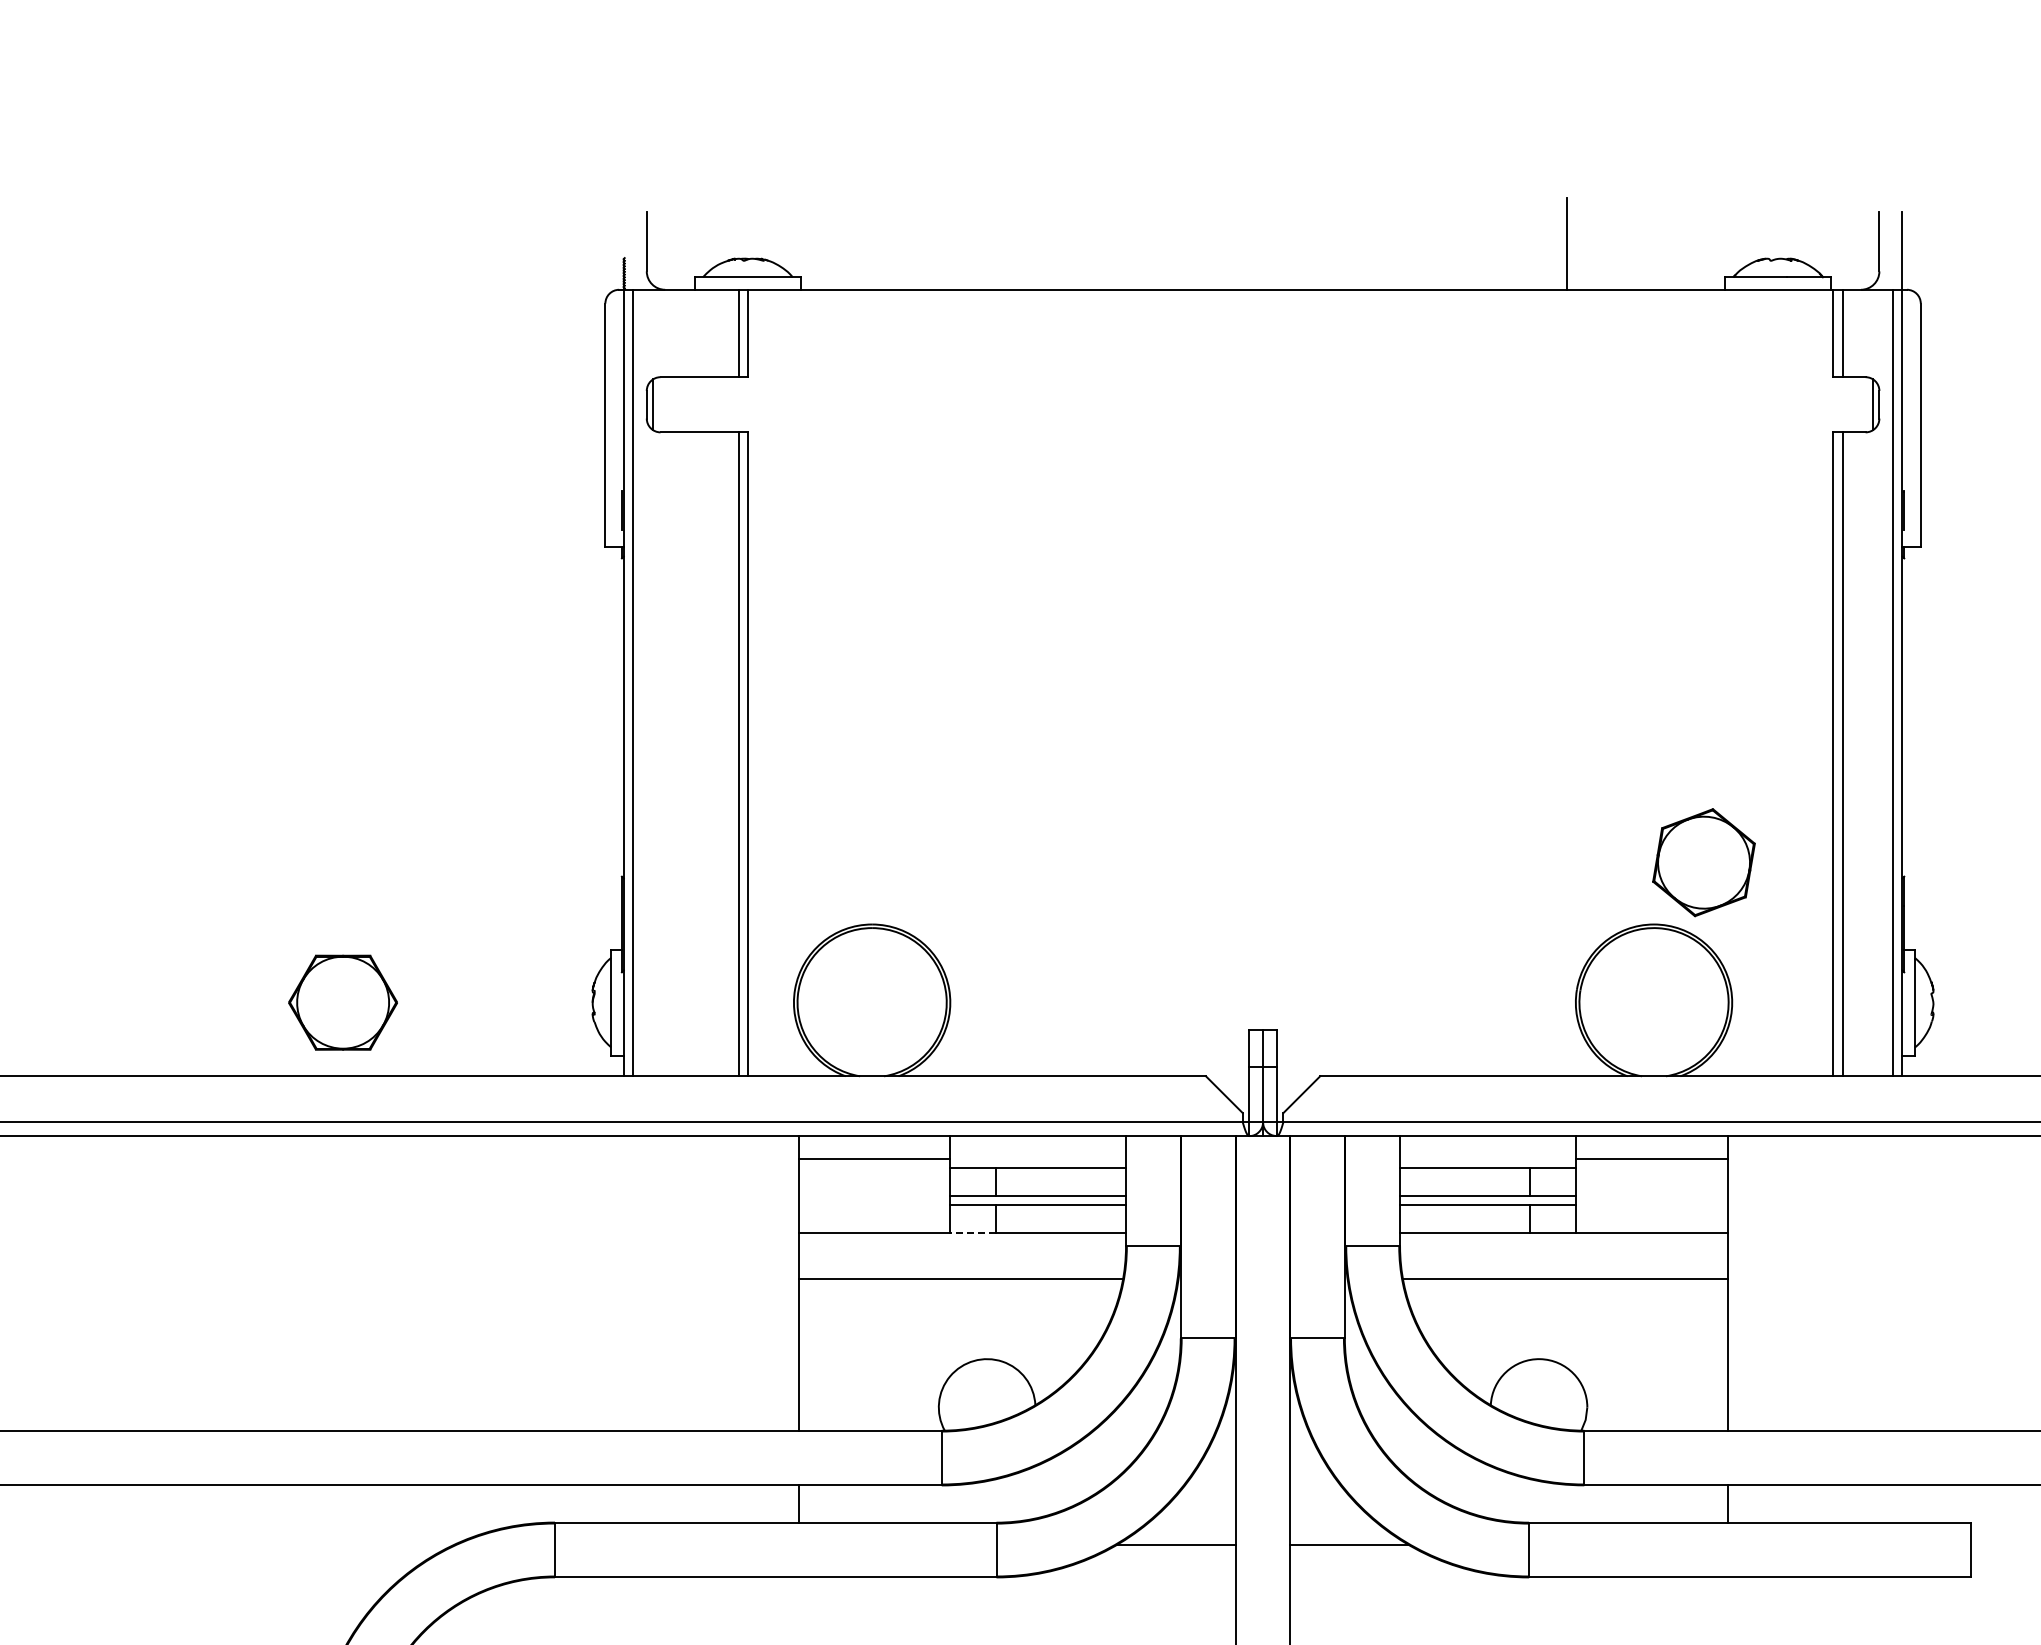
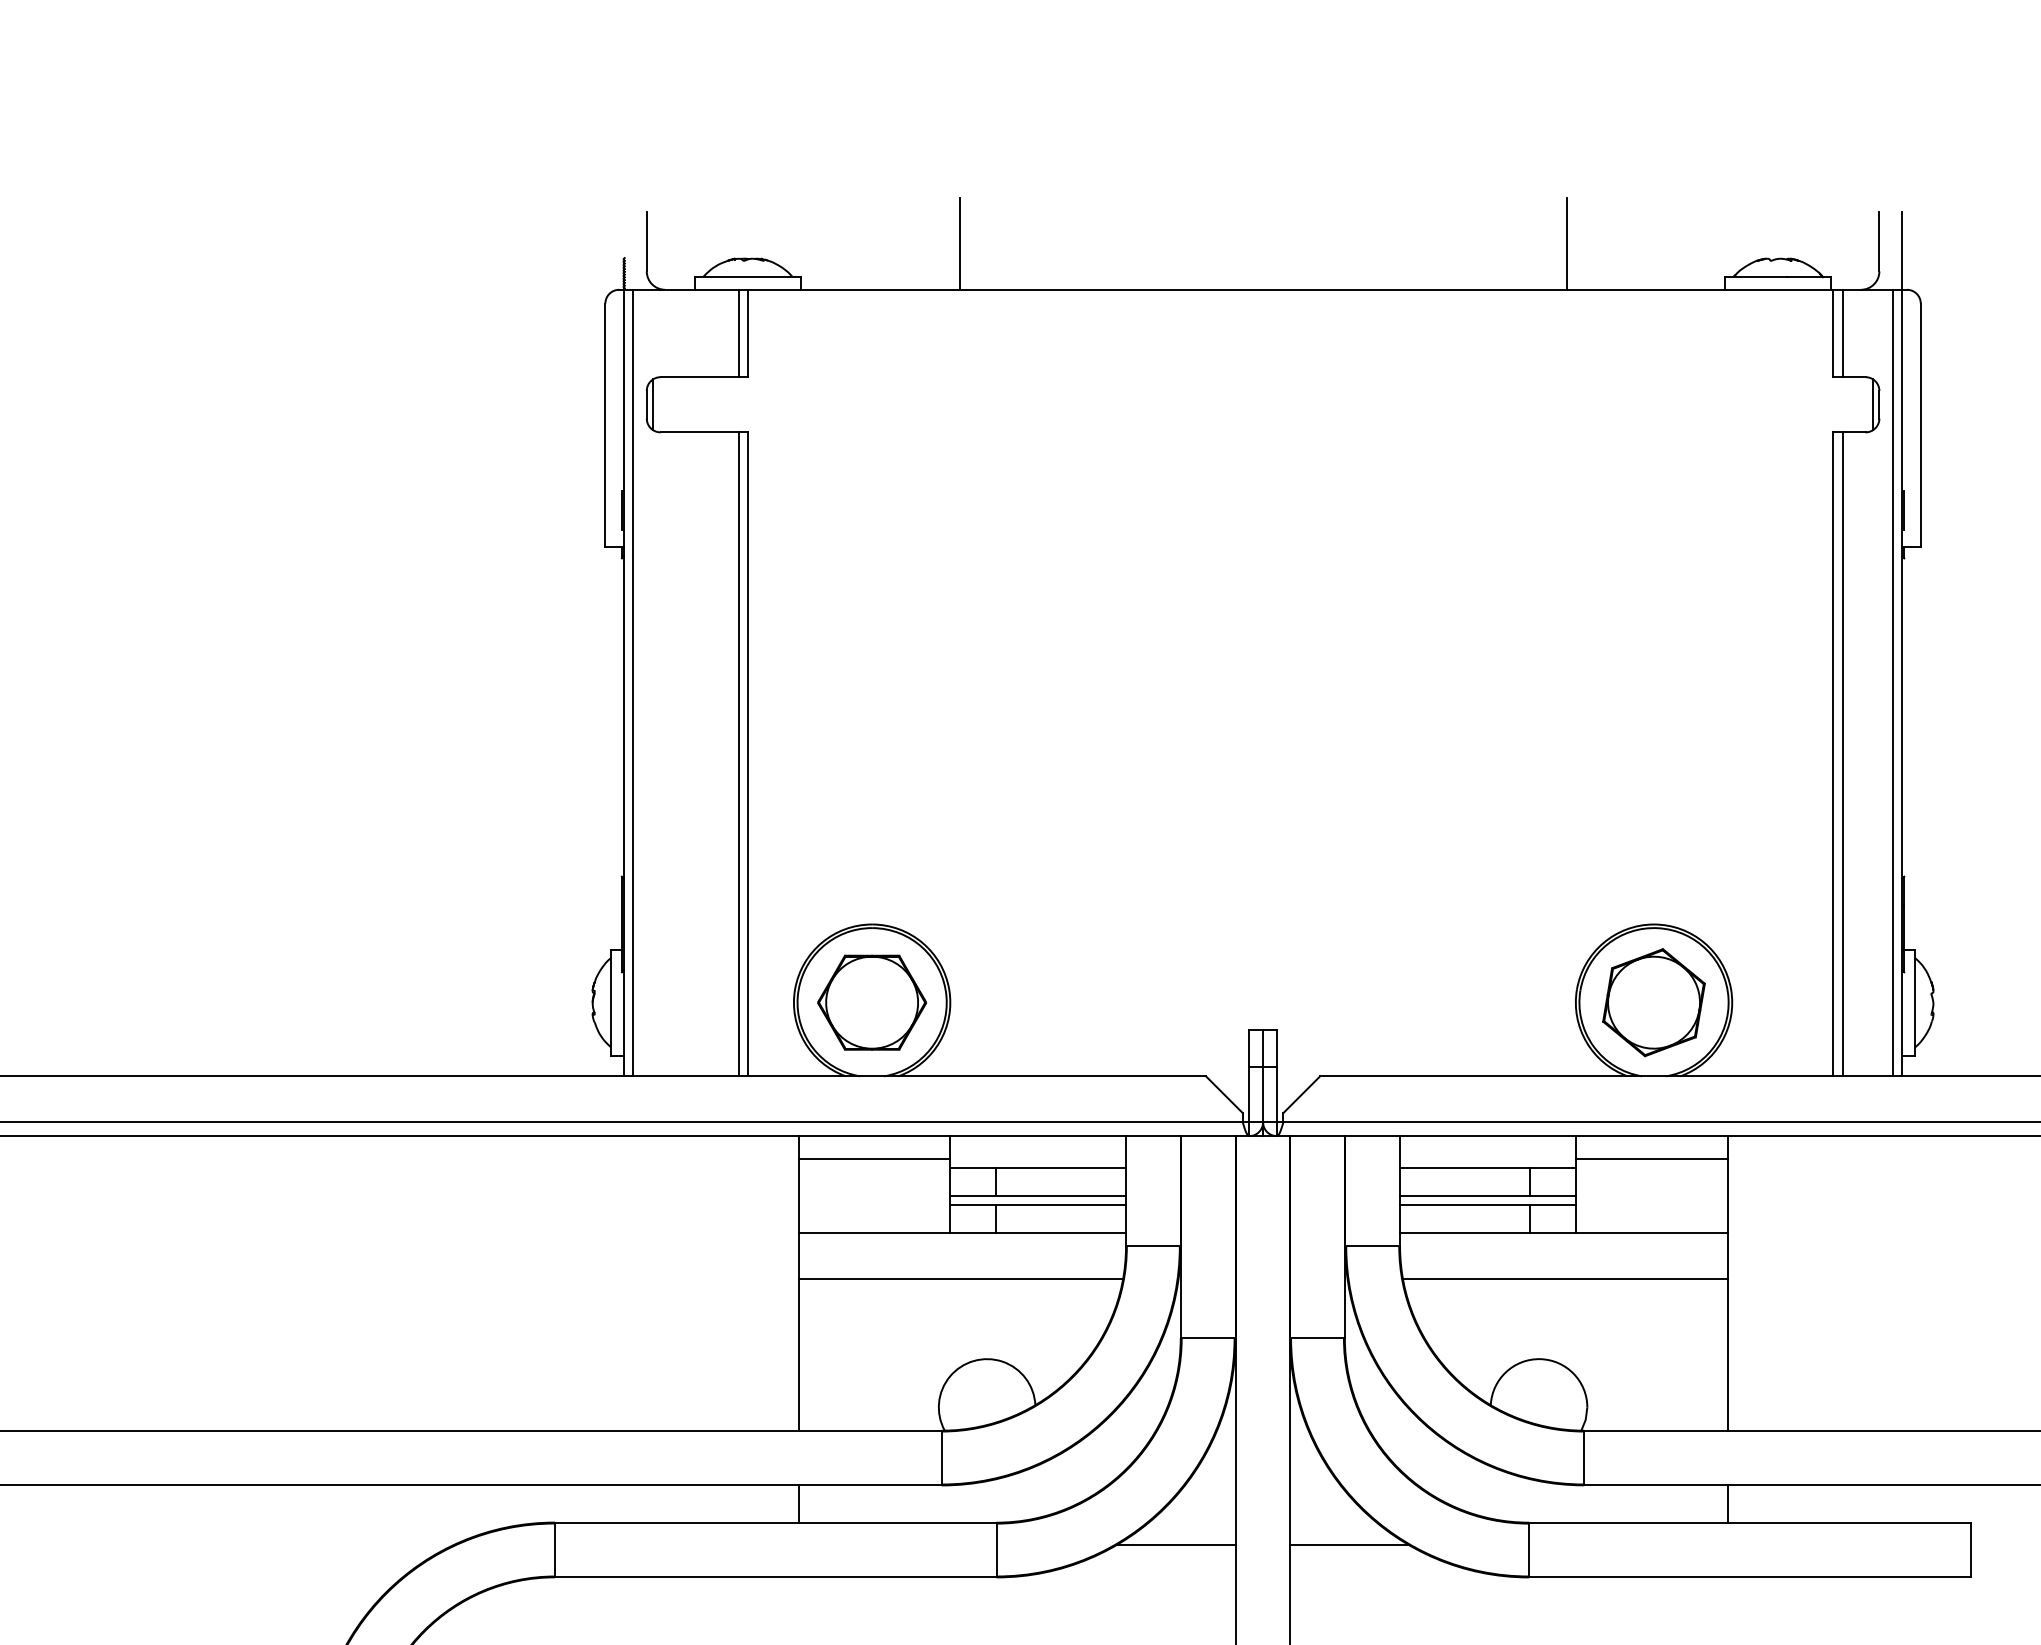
line at (959, 243): none -> present
part at (1703, 862) position: (1703, 862) -> (1653, 1002)
part at (342, 1002) position: (342, 1002) -> (871, 1002)
line at (973, 1232): dashed -> solid
